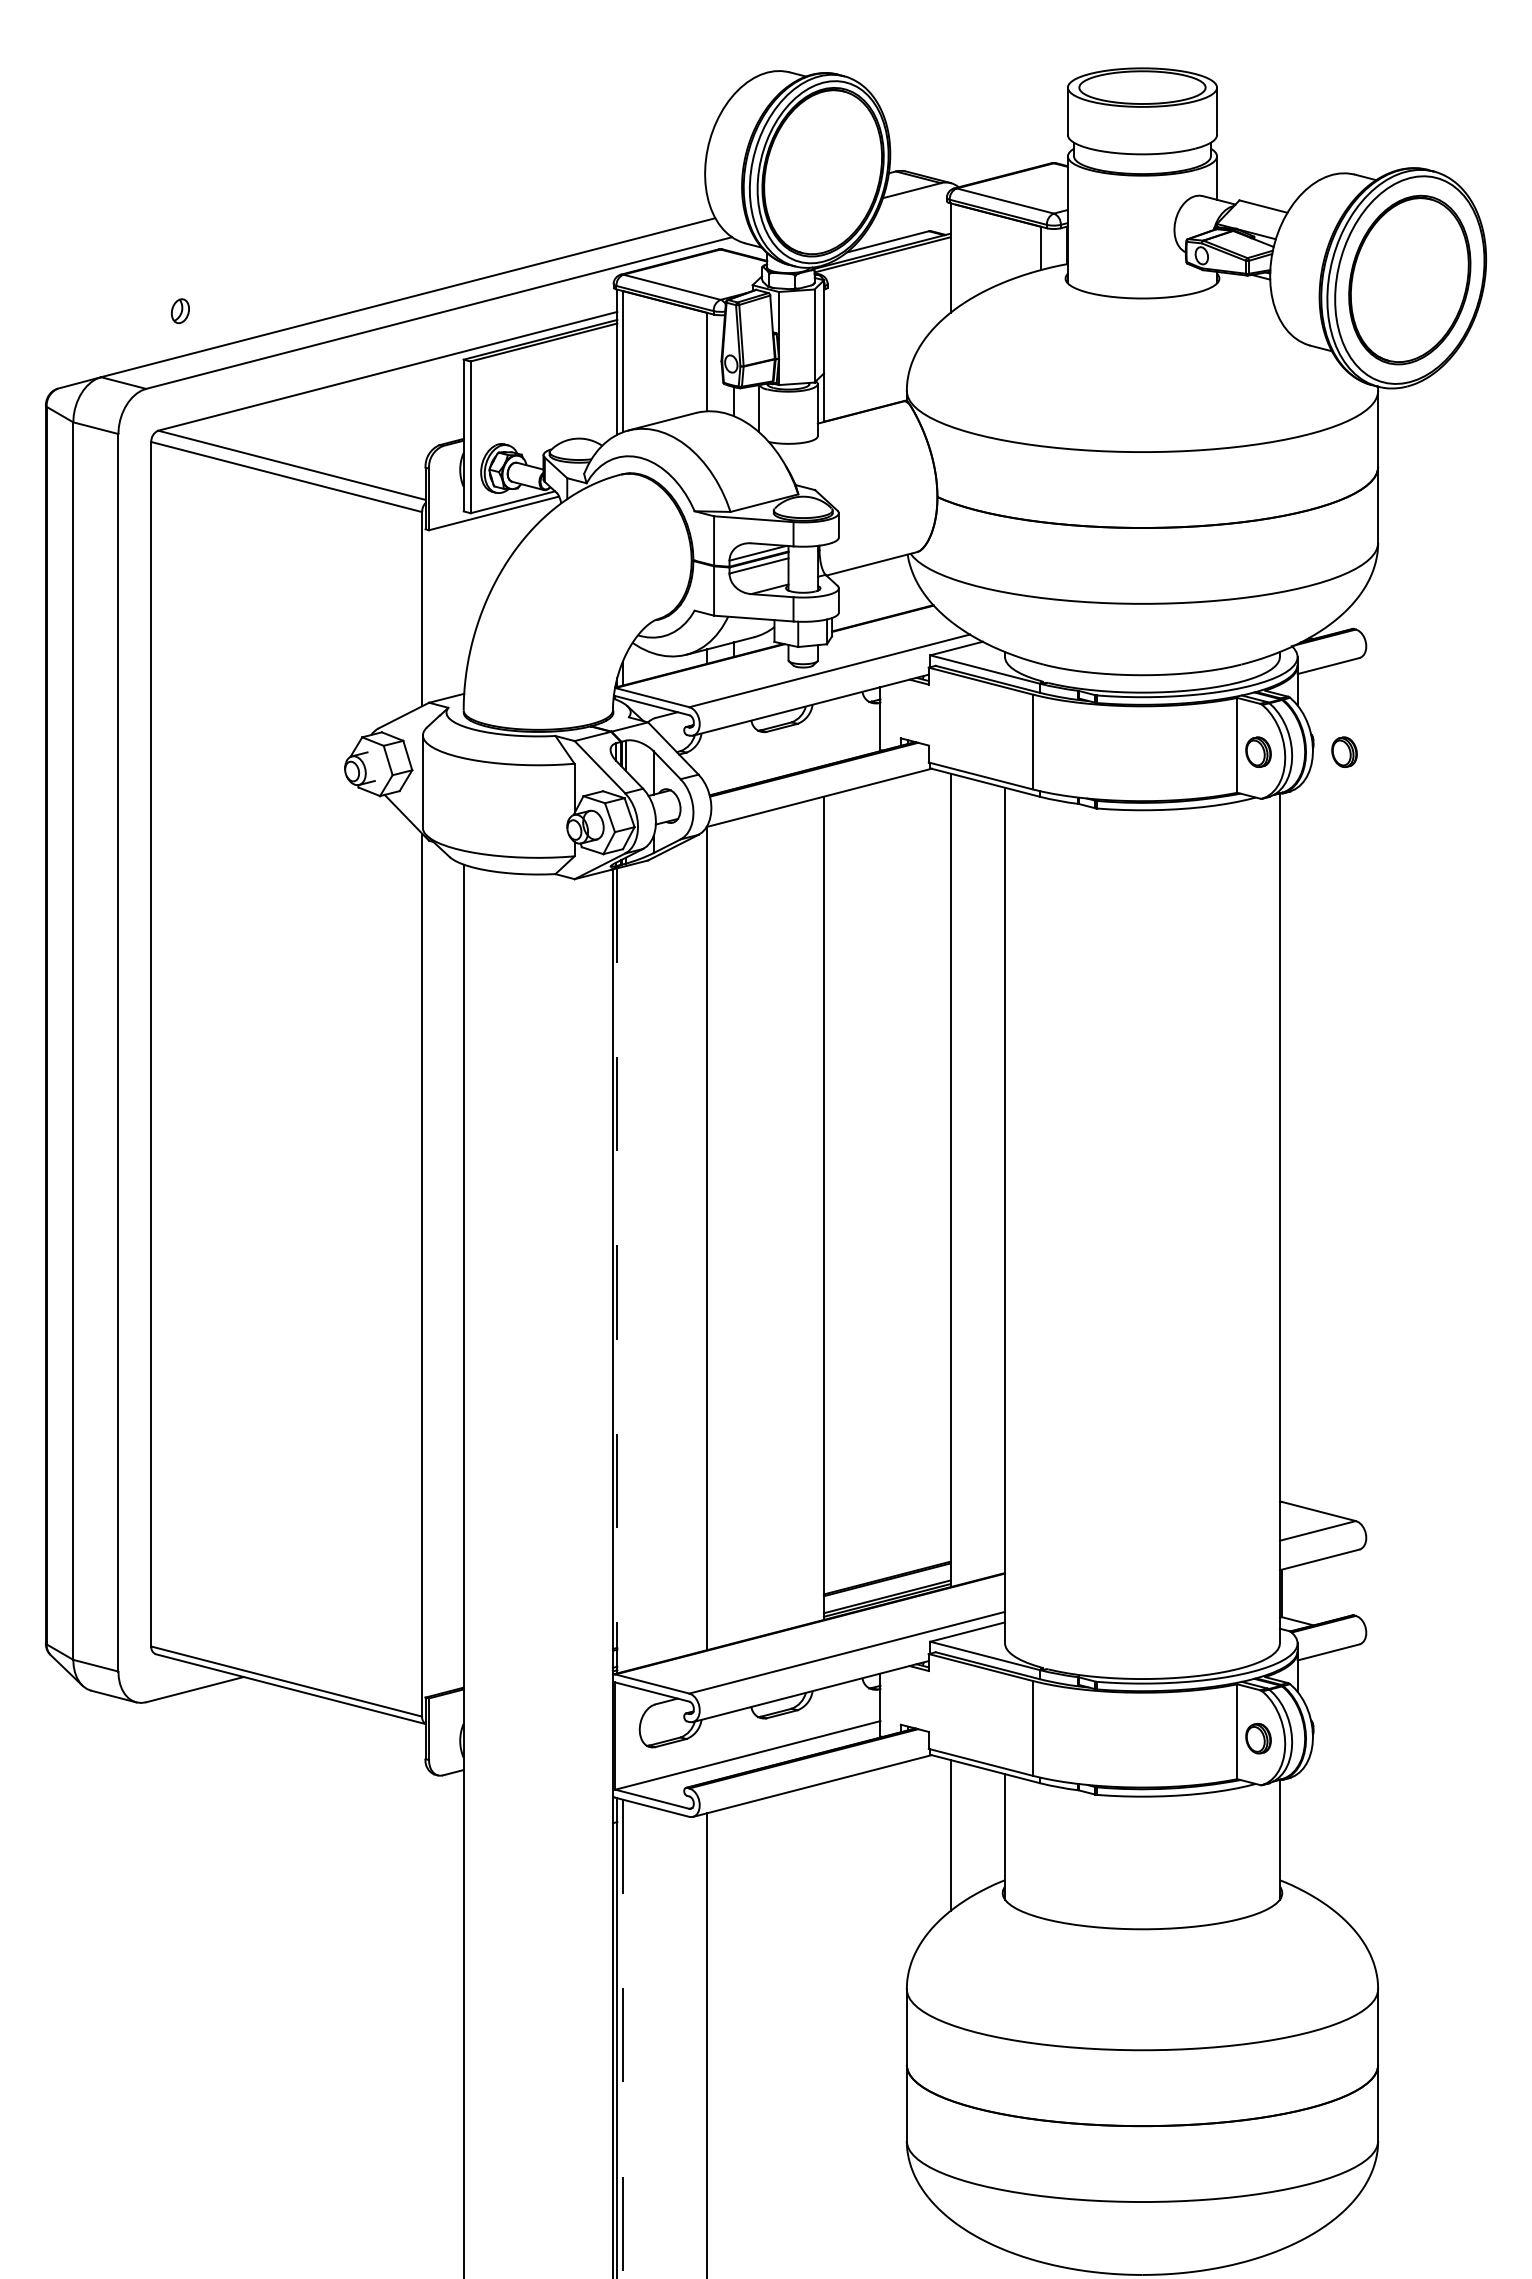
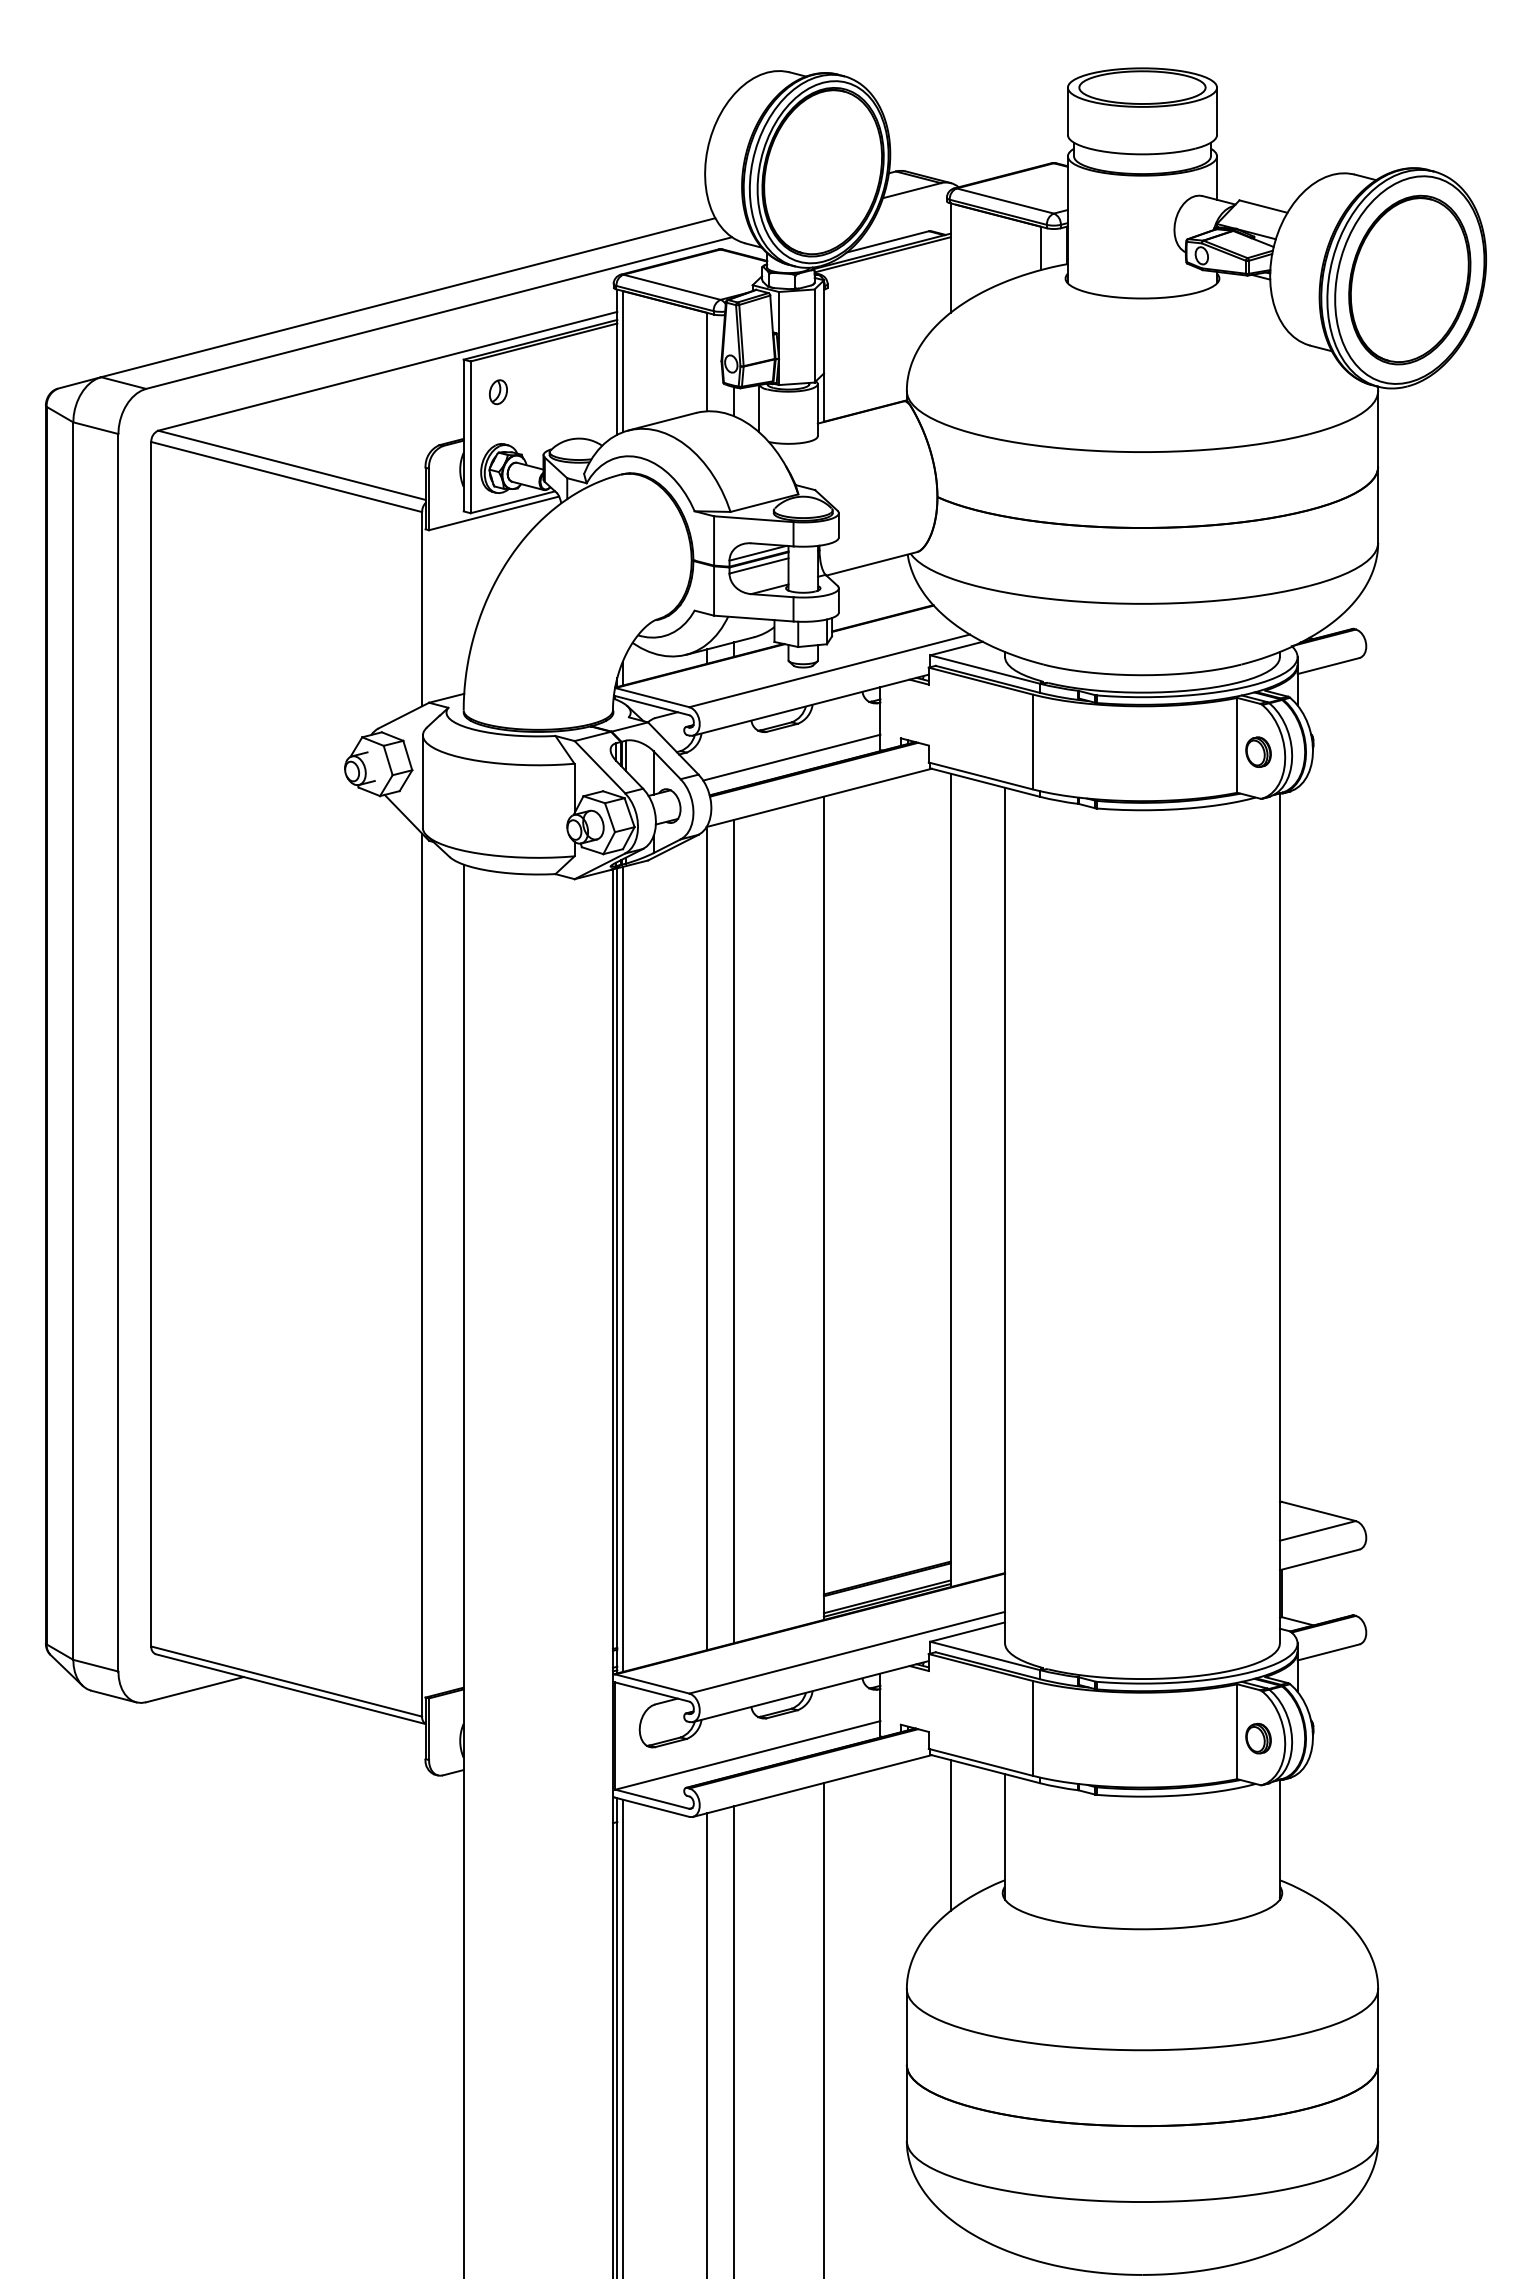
part at (179, 311) position: (179, 311) -> (497, 392)
part at (1344, 751): present -> none
line at (791, 757): none -> present
line at (733, 1231): none -> present
line at (622, 1268): none -> present
line at (617, 1270): dashed -> solid
line at (823, 2029): none -> present
line at (622, 2039): dashed -> solid
line at (733, 2040): none -> present
